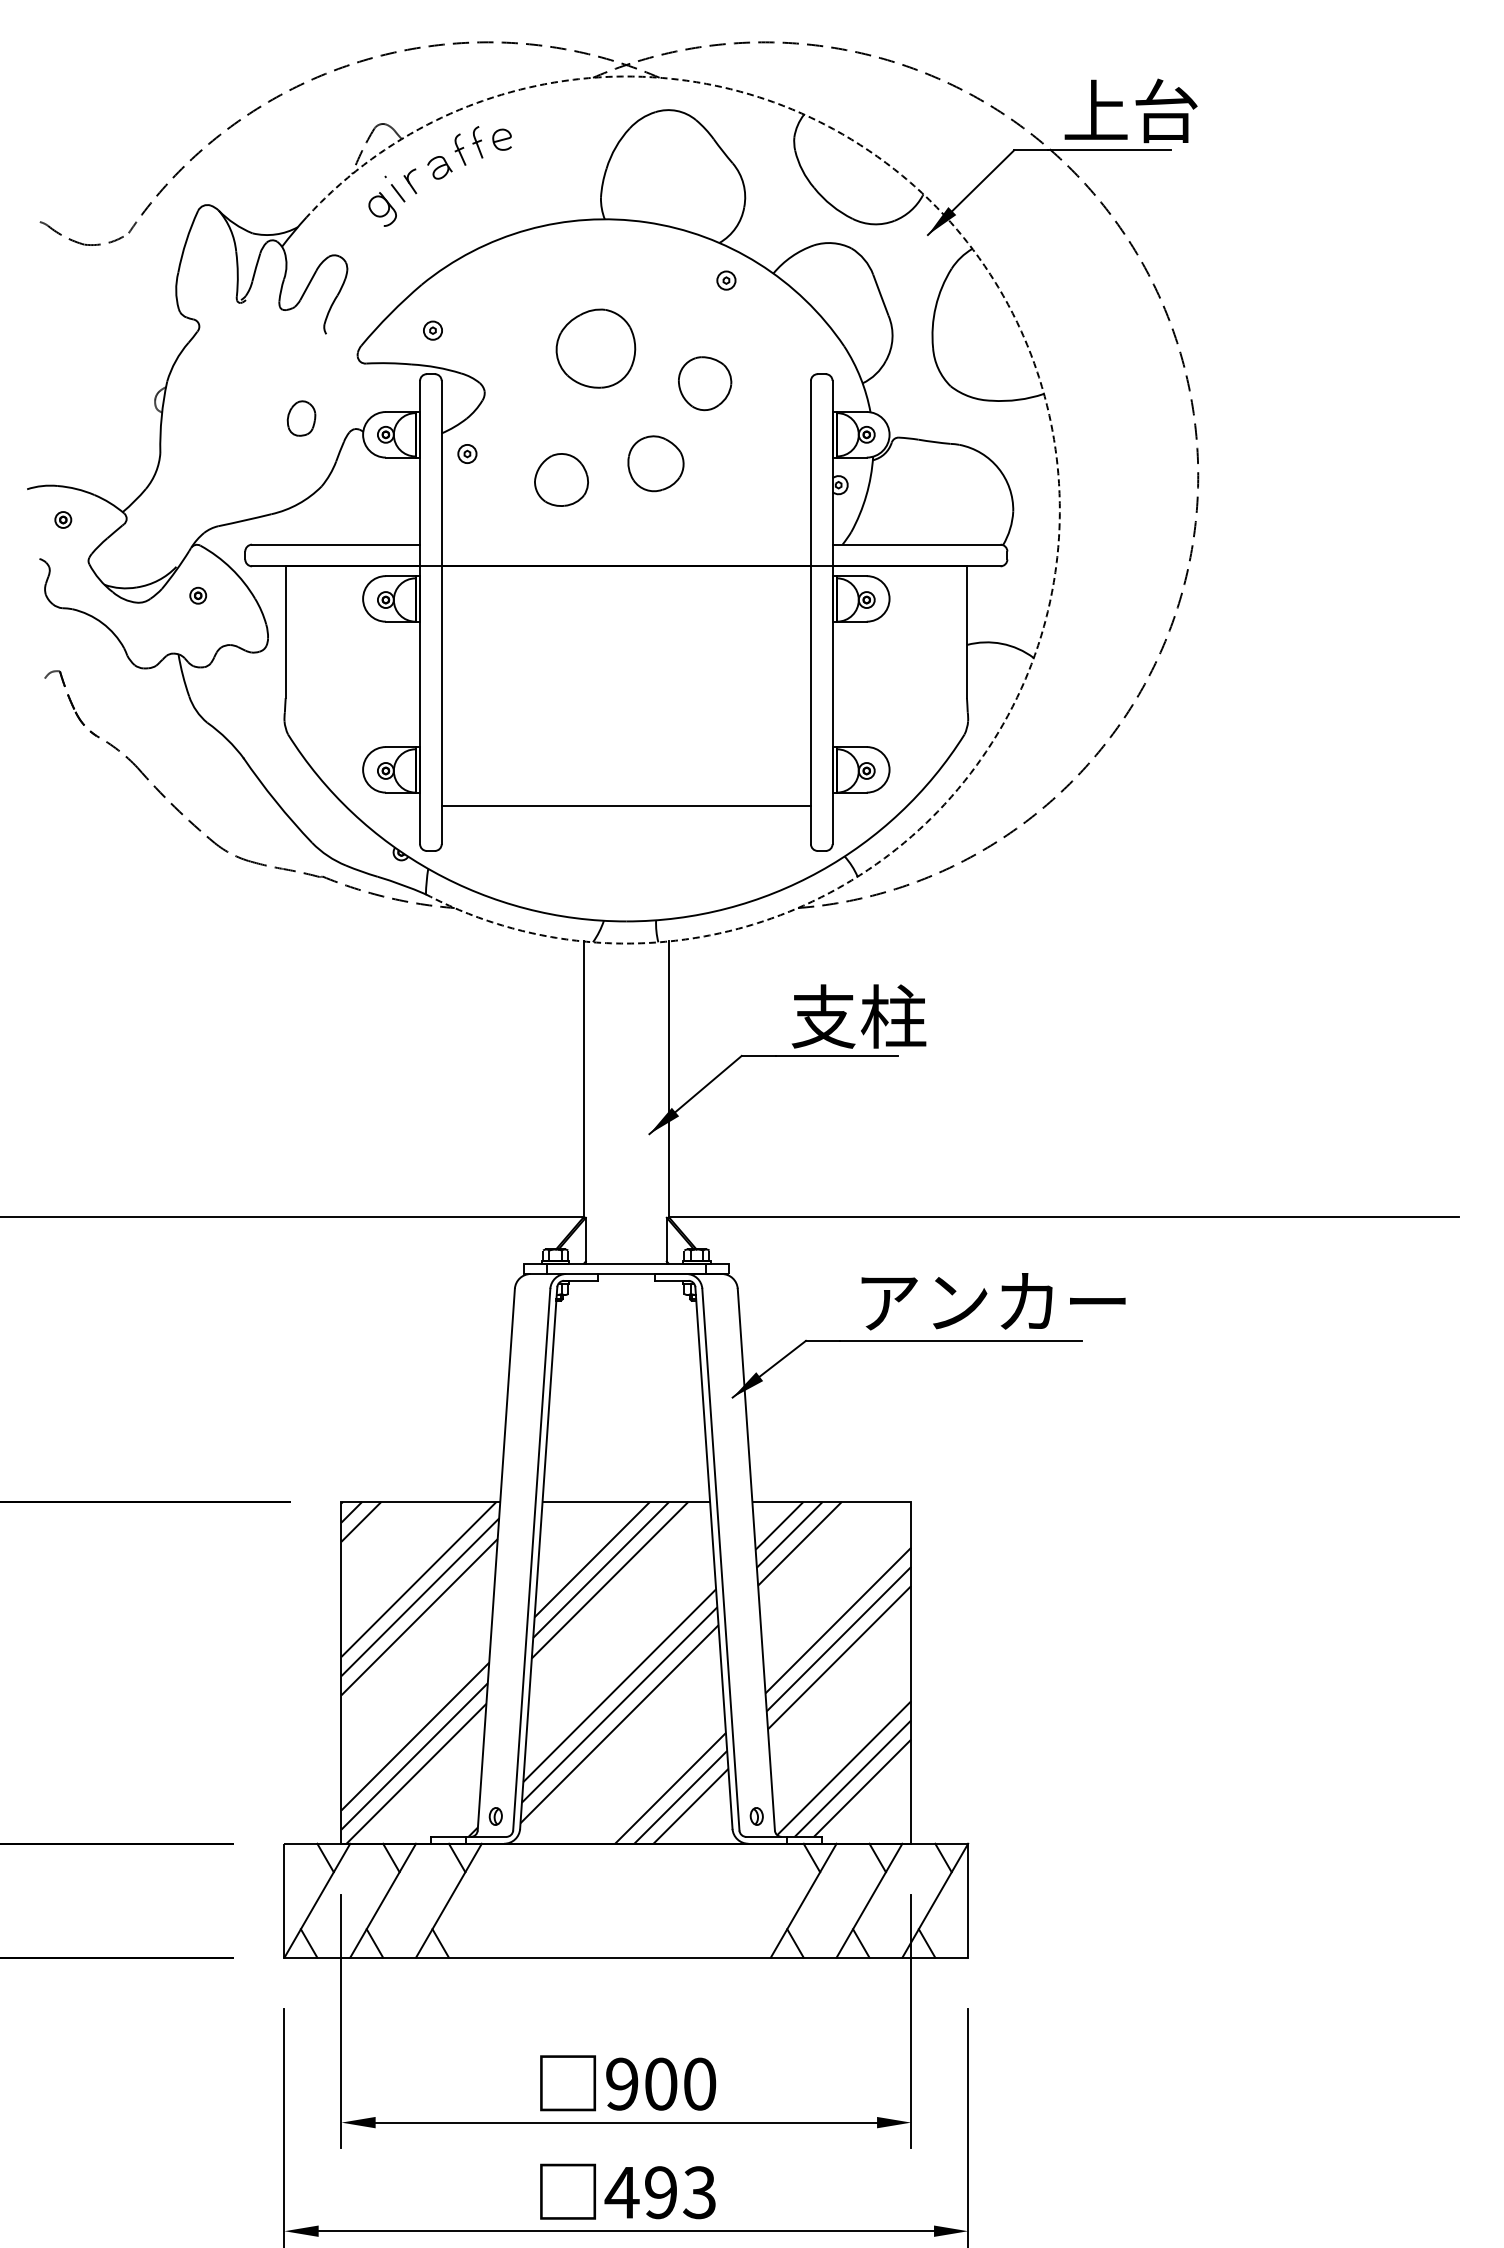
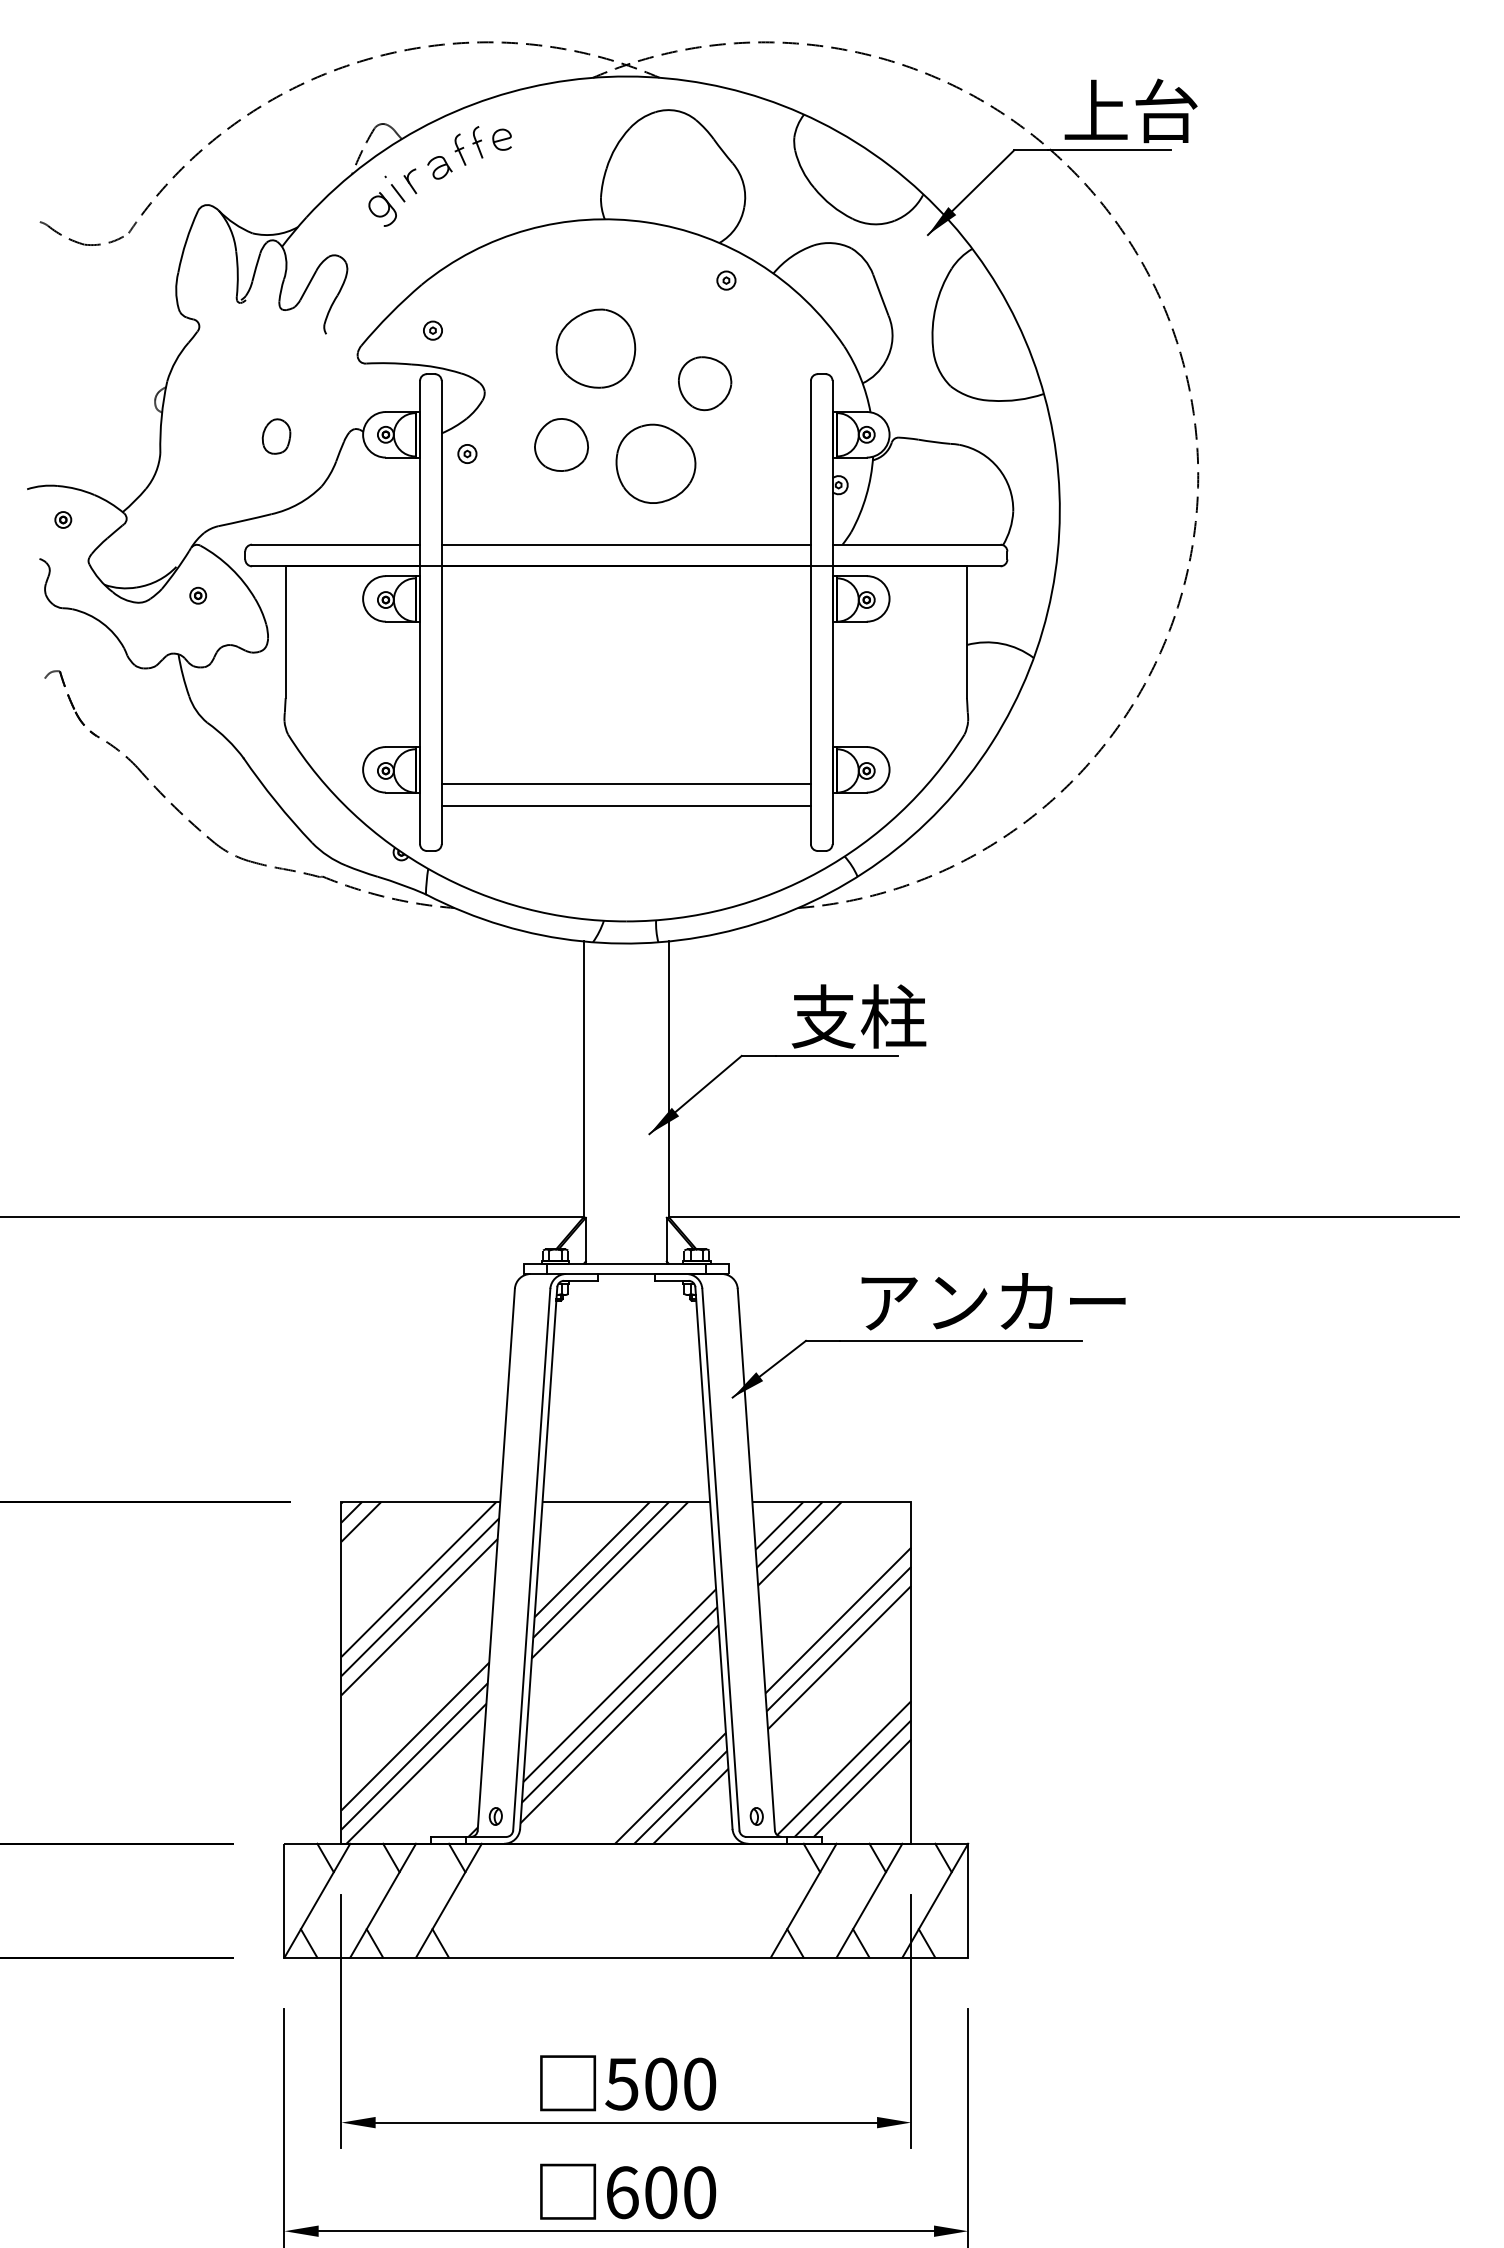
part at (301, 418) position: (301, 418) -> (276, 436)
arc at (1053, 434): dashed -> solid
part at (655, 463) size: 58x58 px -> 82x81 px
part at (561, 479) position: (561, 479) -> (561, 444)
line at (625, 544): none -> present
line at (625, 783): none -> present
text at (621, 2083): 900 -> 500
text at (660, 2192): 493 -> 600
